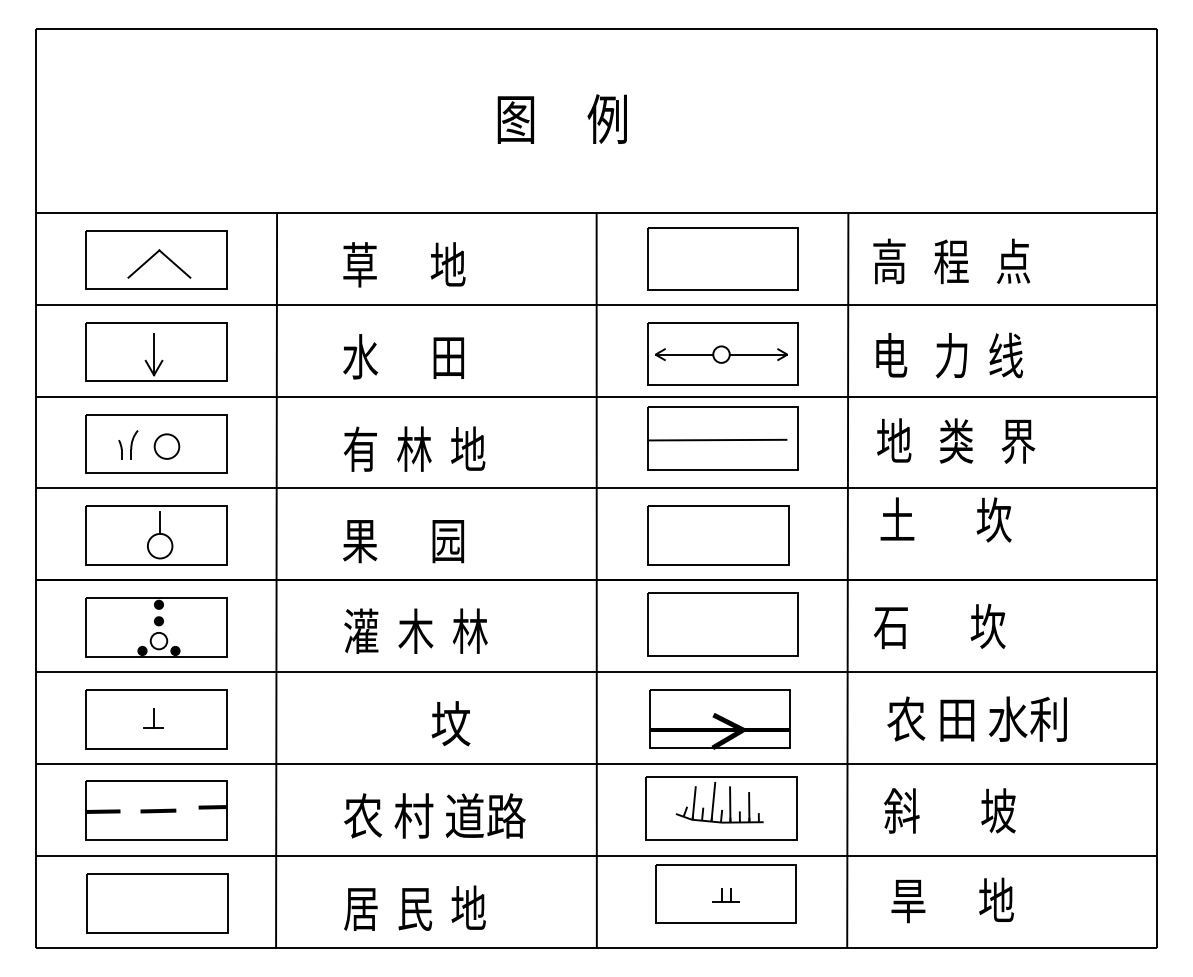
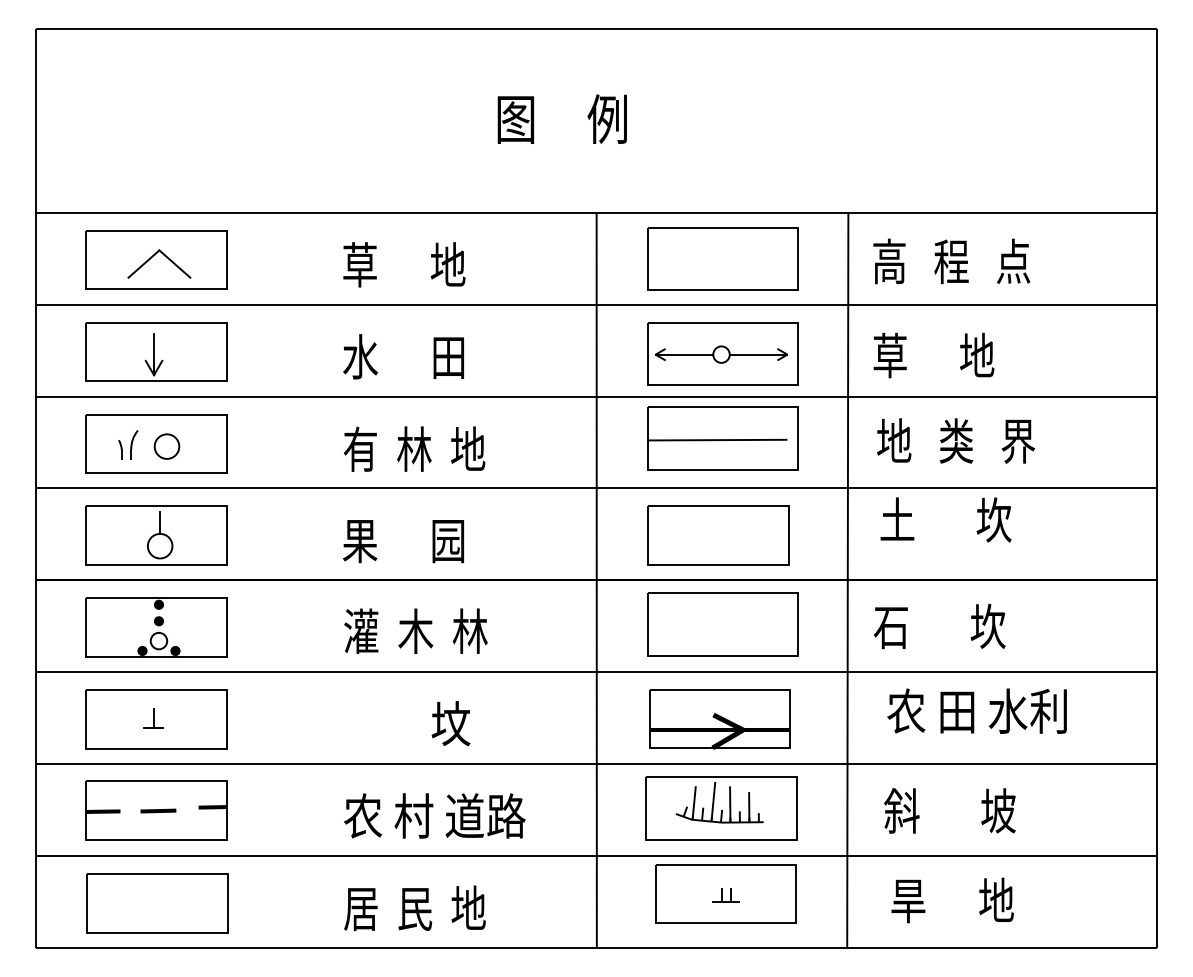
text at (948, 355): 电   力  线 -> 草      地
line at (276, 579): present -> none
text at (976, 718) position: (976, 718) -> (976, 710)
